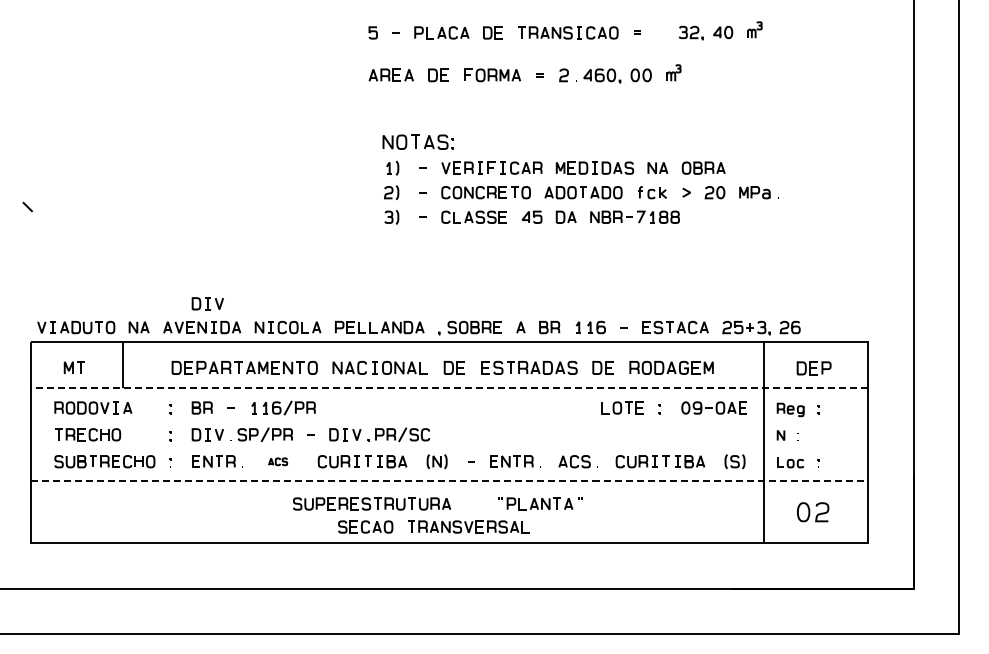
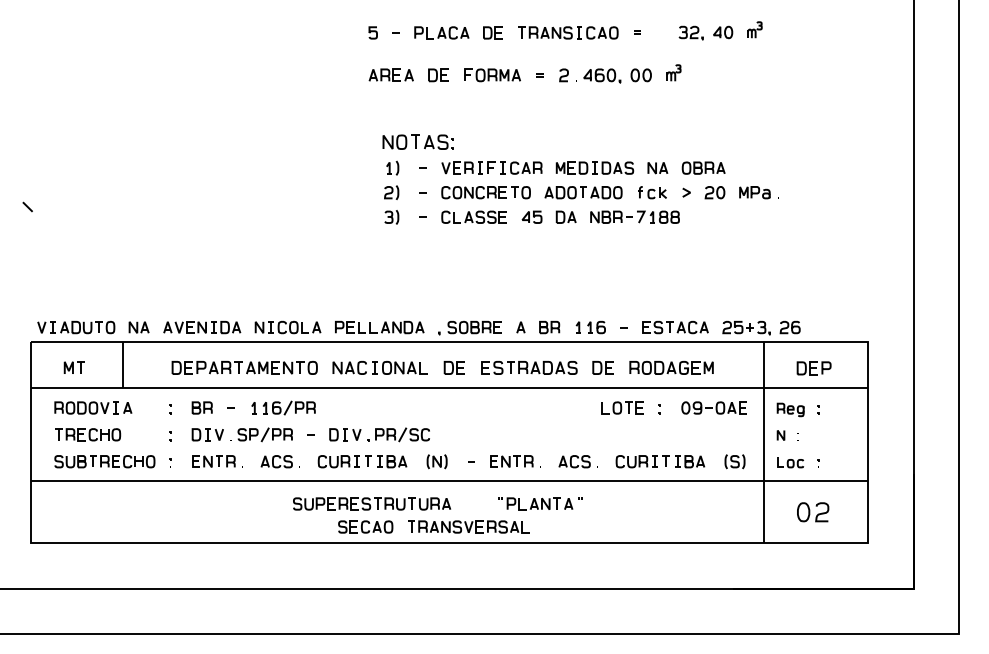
part at (207, 303): present -> none
line at (449, 388): dashed -> solid
part at (278, 461) size: 21x10 px -> 40x14 px
line at (450, 481): dashed -> solid
